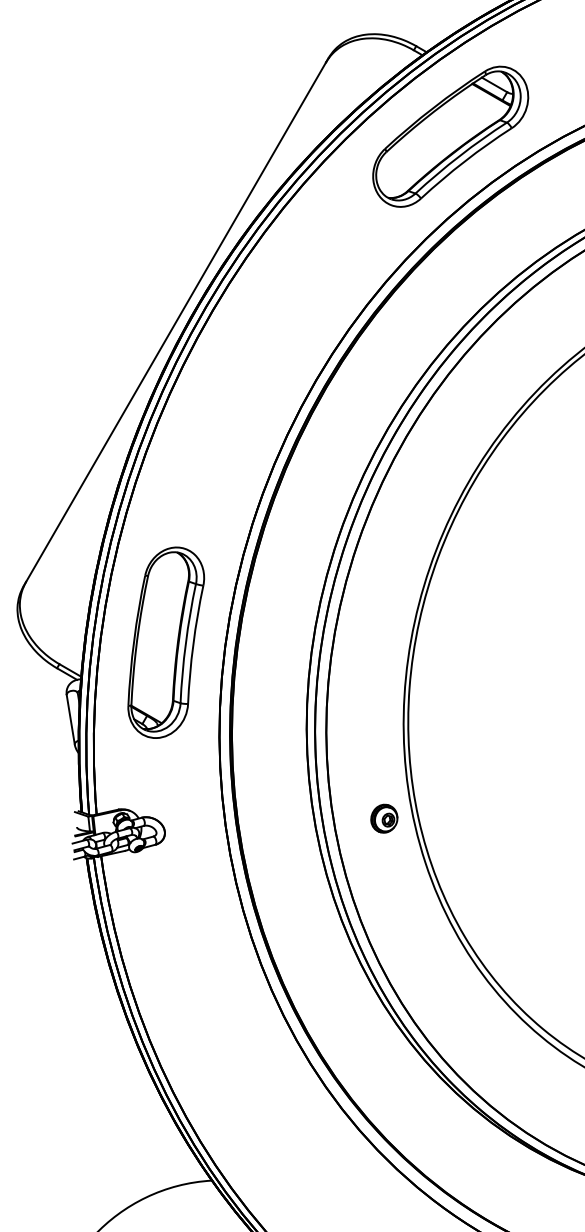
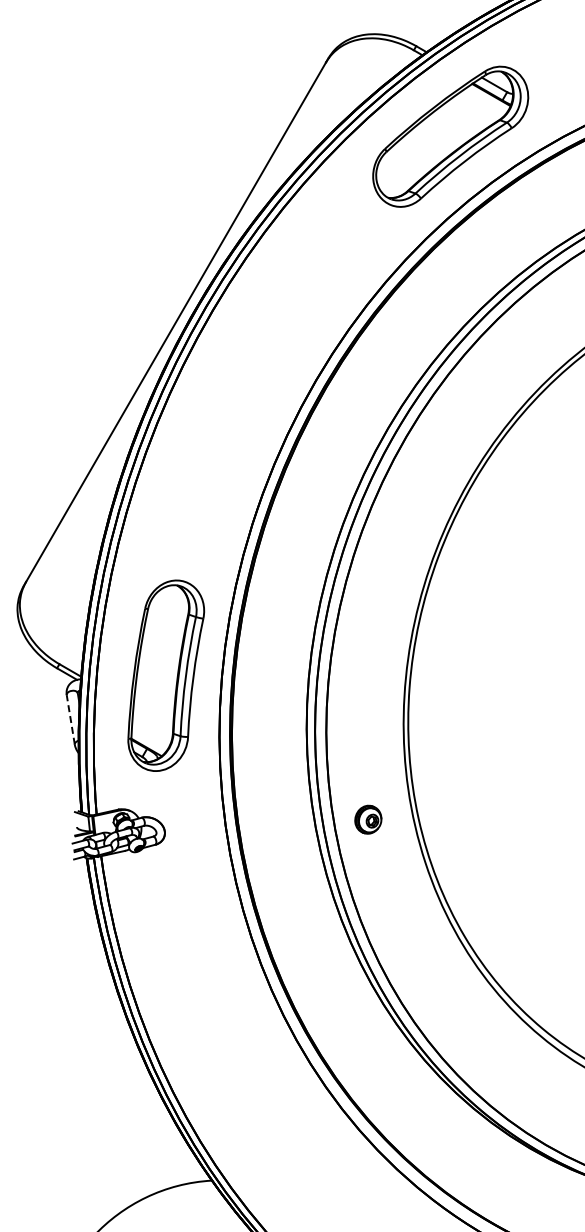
part at (166, 642) position: (166, 642) -> (166, 675)
line at (70, 719): solid -> dashed
part at (384, 818) position: (384, 818) -> (368, 819)
